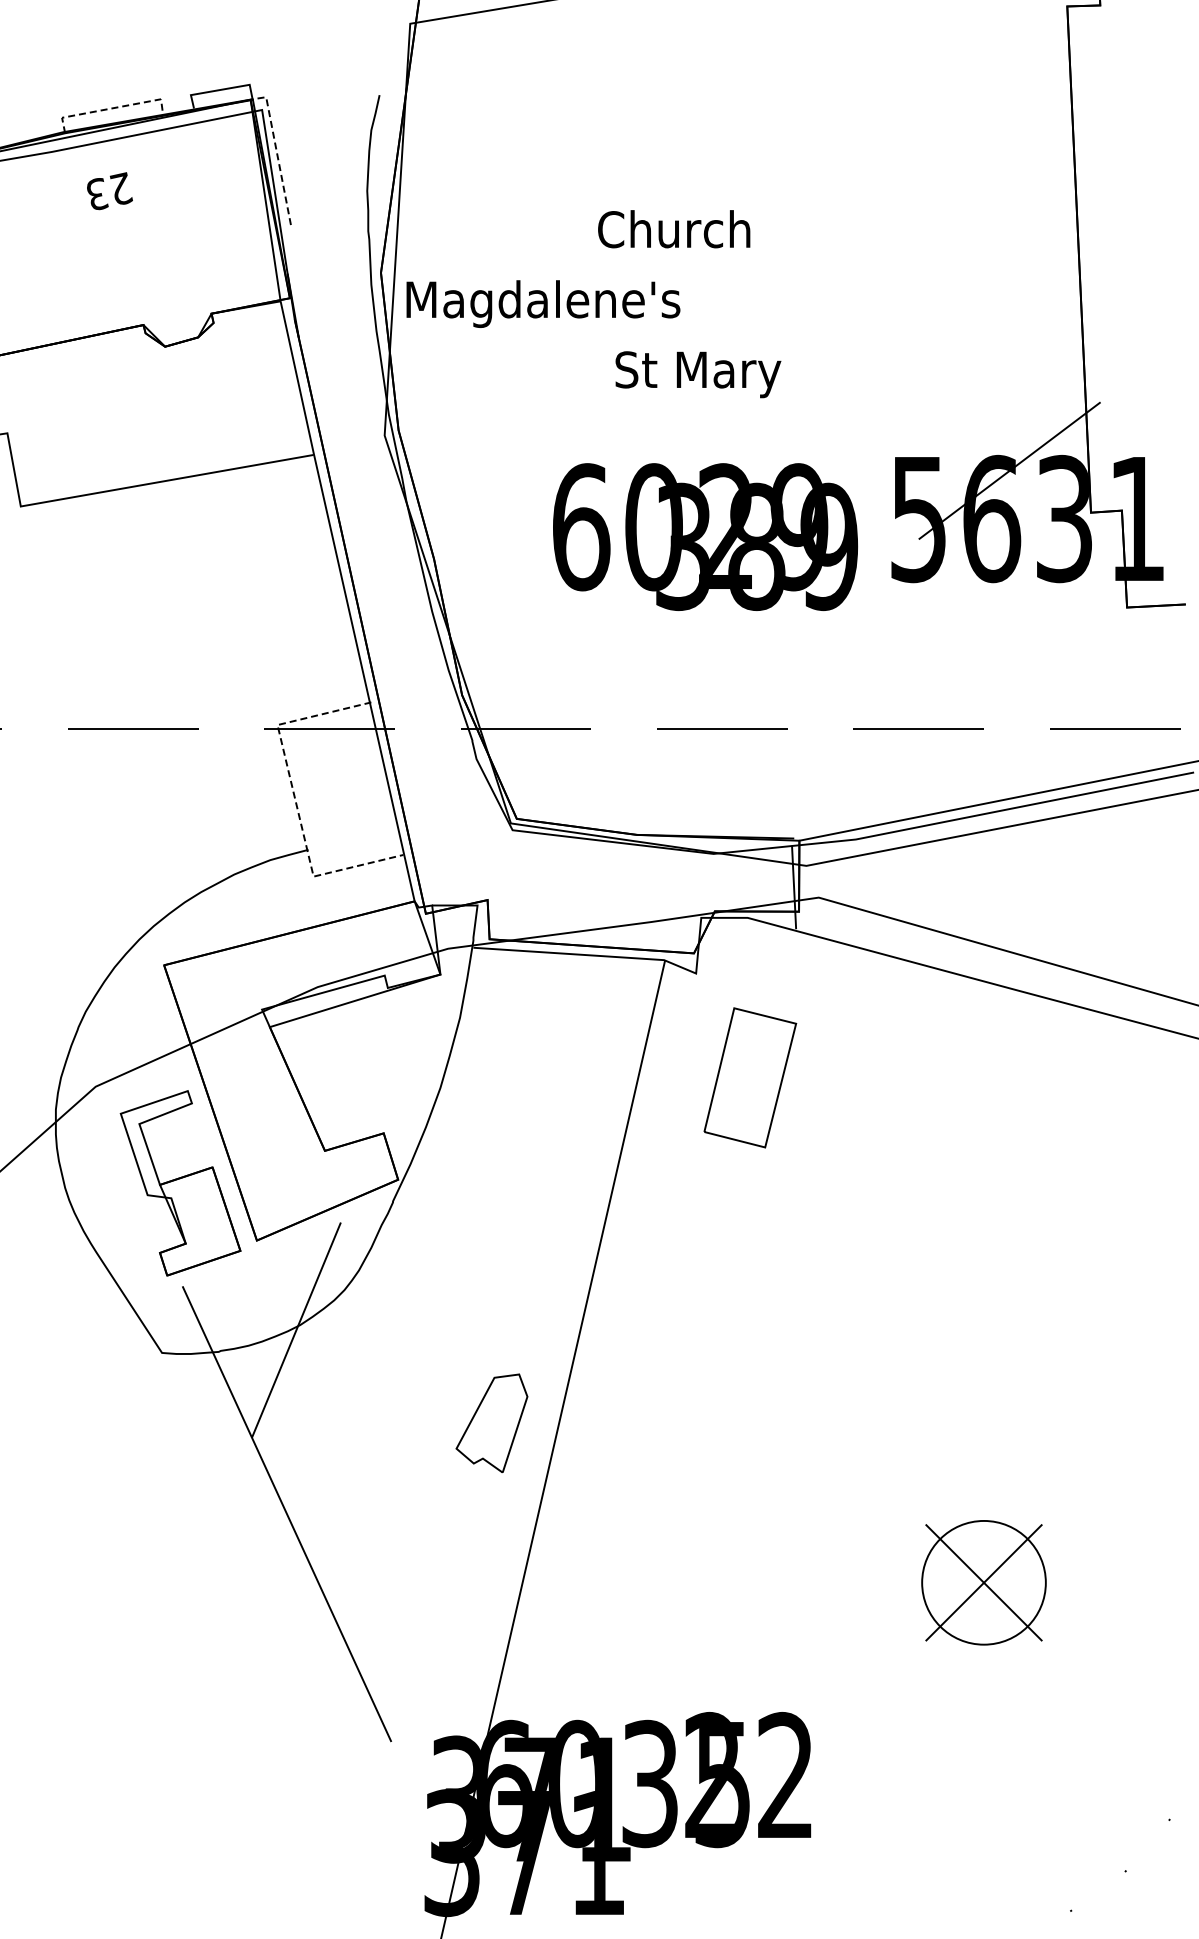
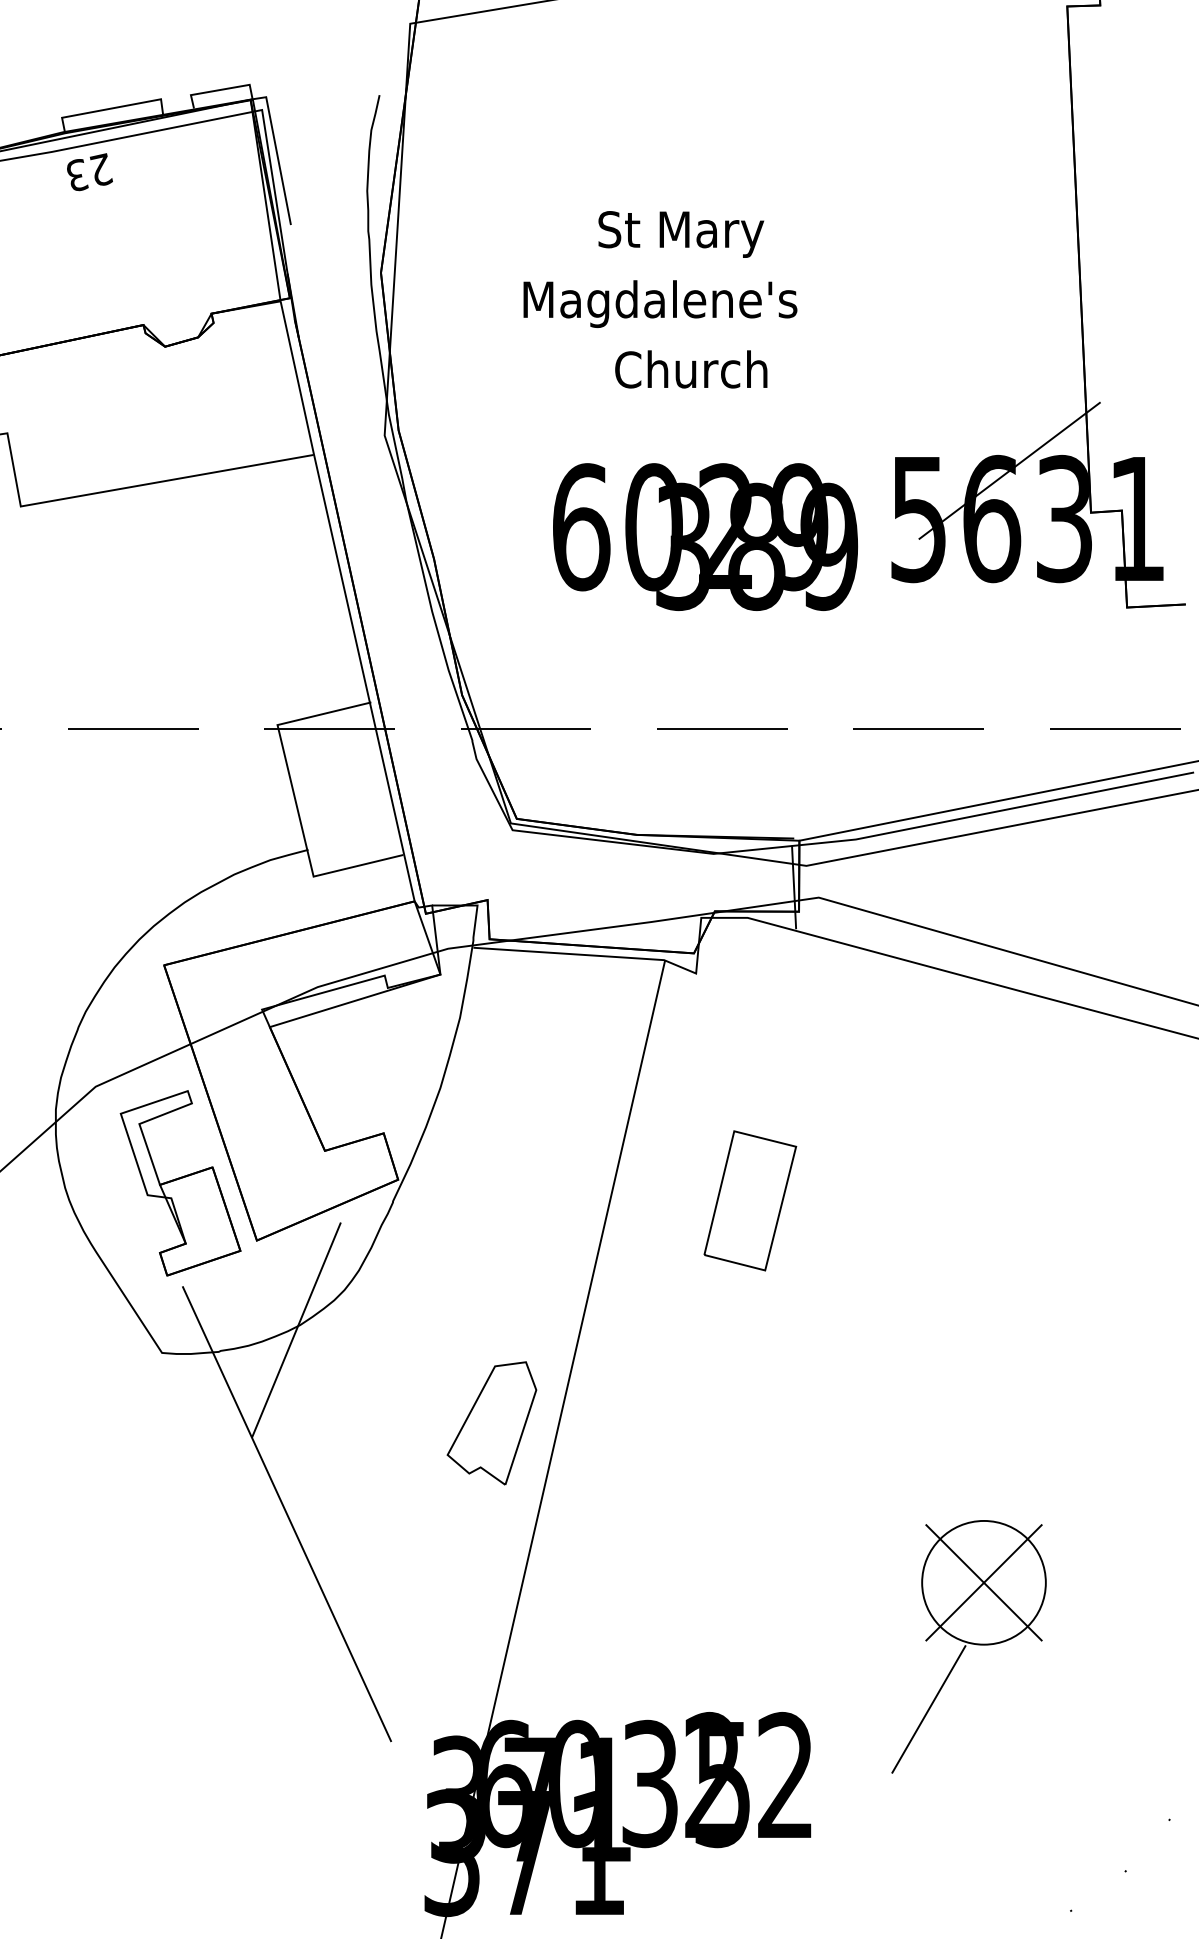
line at (112, 108): dashed -> solid
line at (277, 153): dashed -> solid
text at (109, 191) position: (109, 191) -> (89, 172)
text at (681, 233): Church -> St Mary
text at (543, 303) position: (543, 303) -> (660, 303)
text at (698, 374): St Mary -> Church
line at (295, 798): dashed -> solid
part at (750, 1077) position: (750, 1077) -> (750, 1200)
part at (491, 1423) size: 74x101 px -> 92x125 px
line at (928, 1709): none -> present
